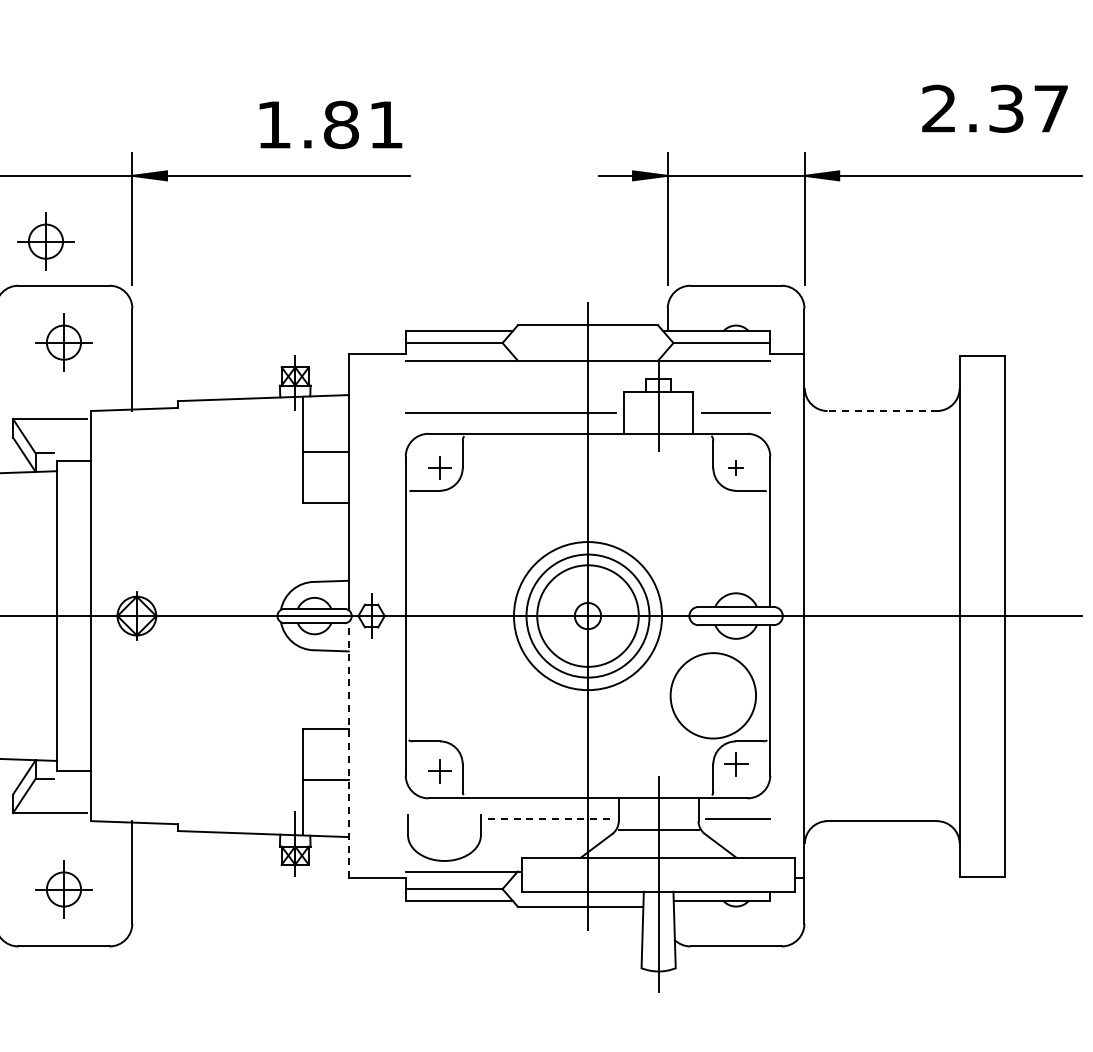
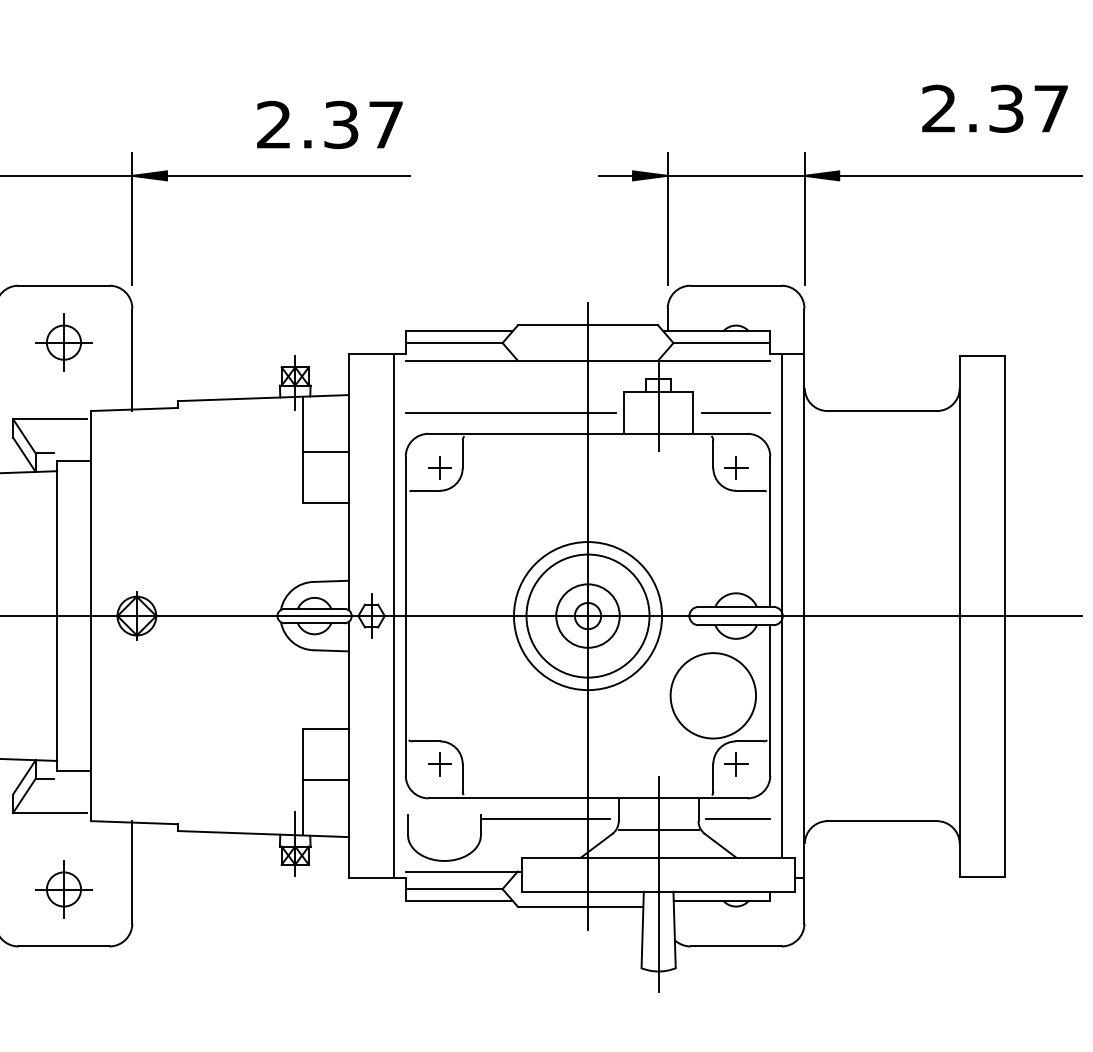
text at (329, 124): 1.81 -> 2.37
part at (45, 241): present -> none
line at (882, 411): dashed -> solid
part at (735, 467) size: 16x16 px -> 25x24 px
line at (781, 605): none -> present
circle at (587, 615) diameter: 102 px -> 63 px
line at (394, 616): none -> present
line at (348, 749): dashed -> solid
part at (439, 771) position: (439, 771) -> (439, 764)
line at (545, 818): dashed -> solid
